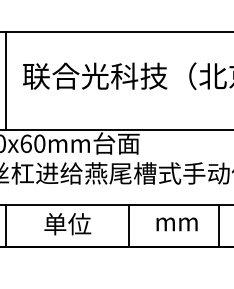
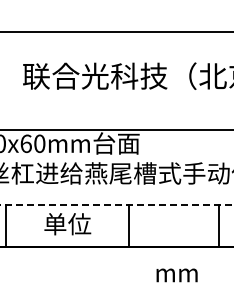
line at (6, 80): present -> none
line at (117, 205): solid -> dashed
text at (176, 224) position: (176, 224) -> (176, 275)
